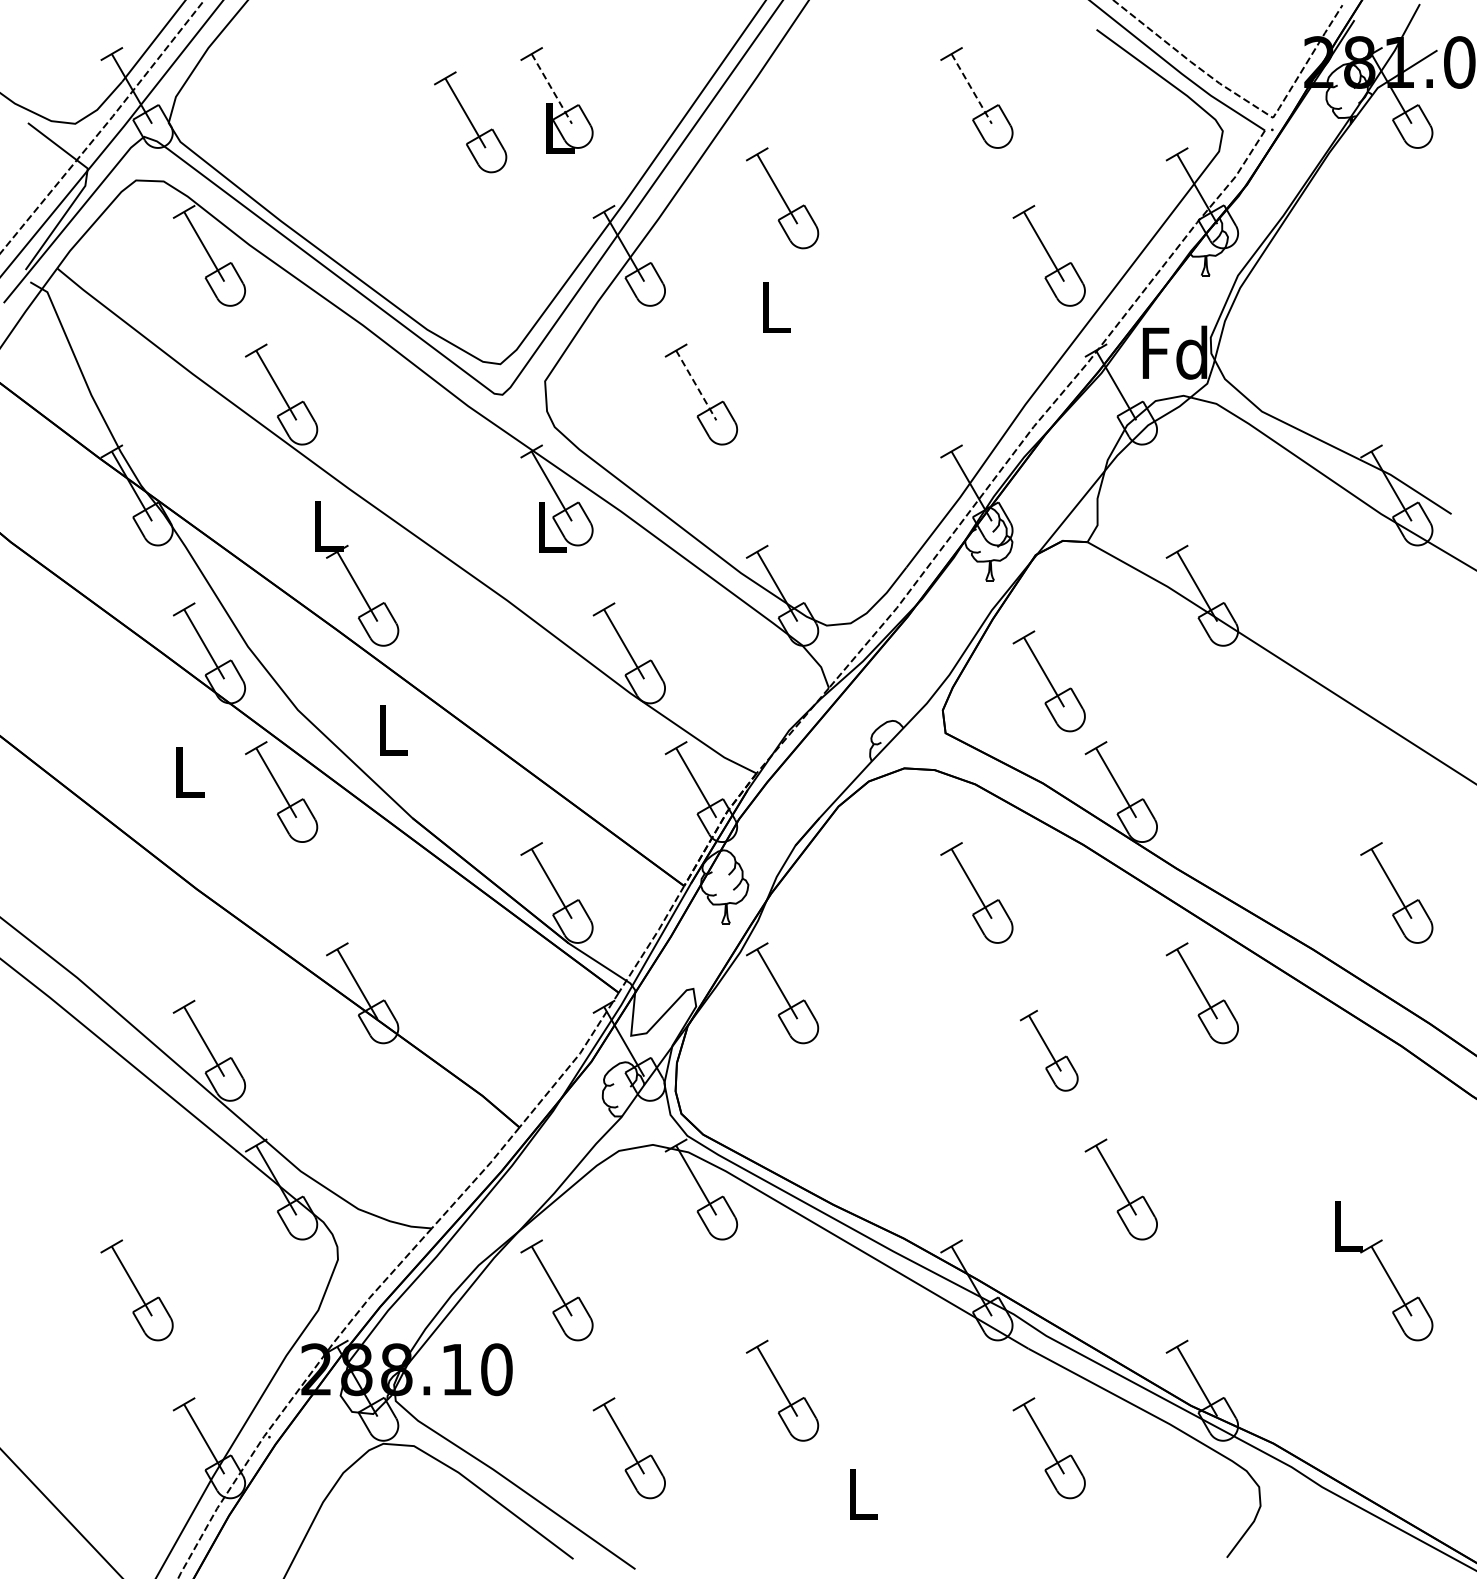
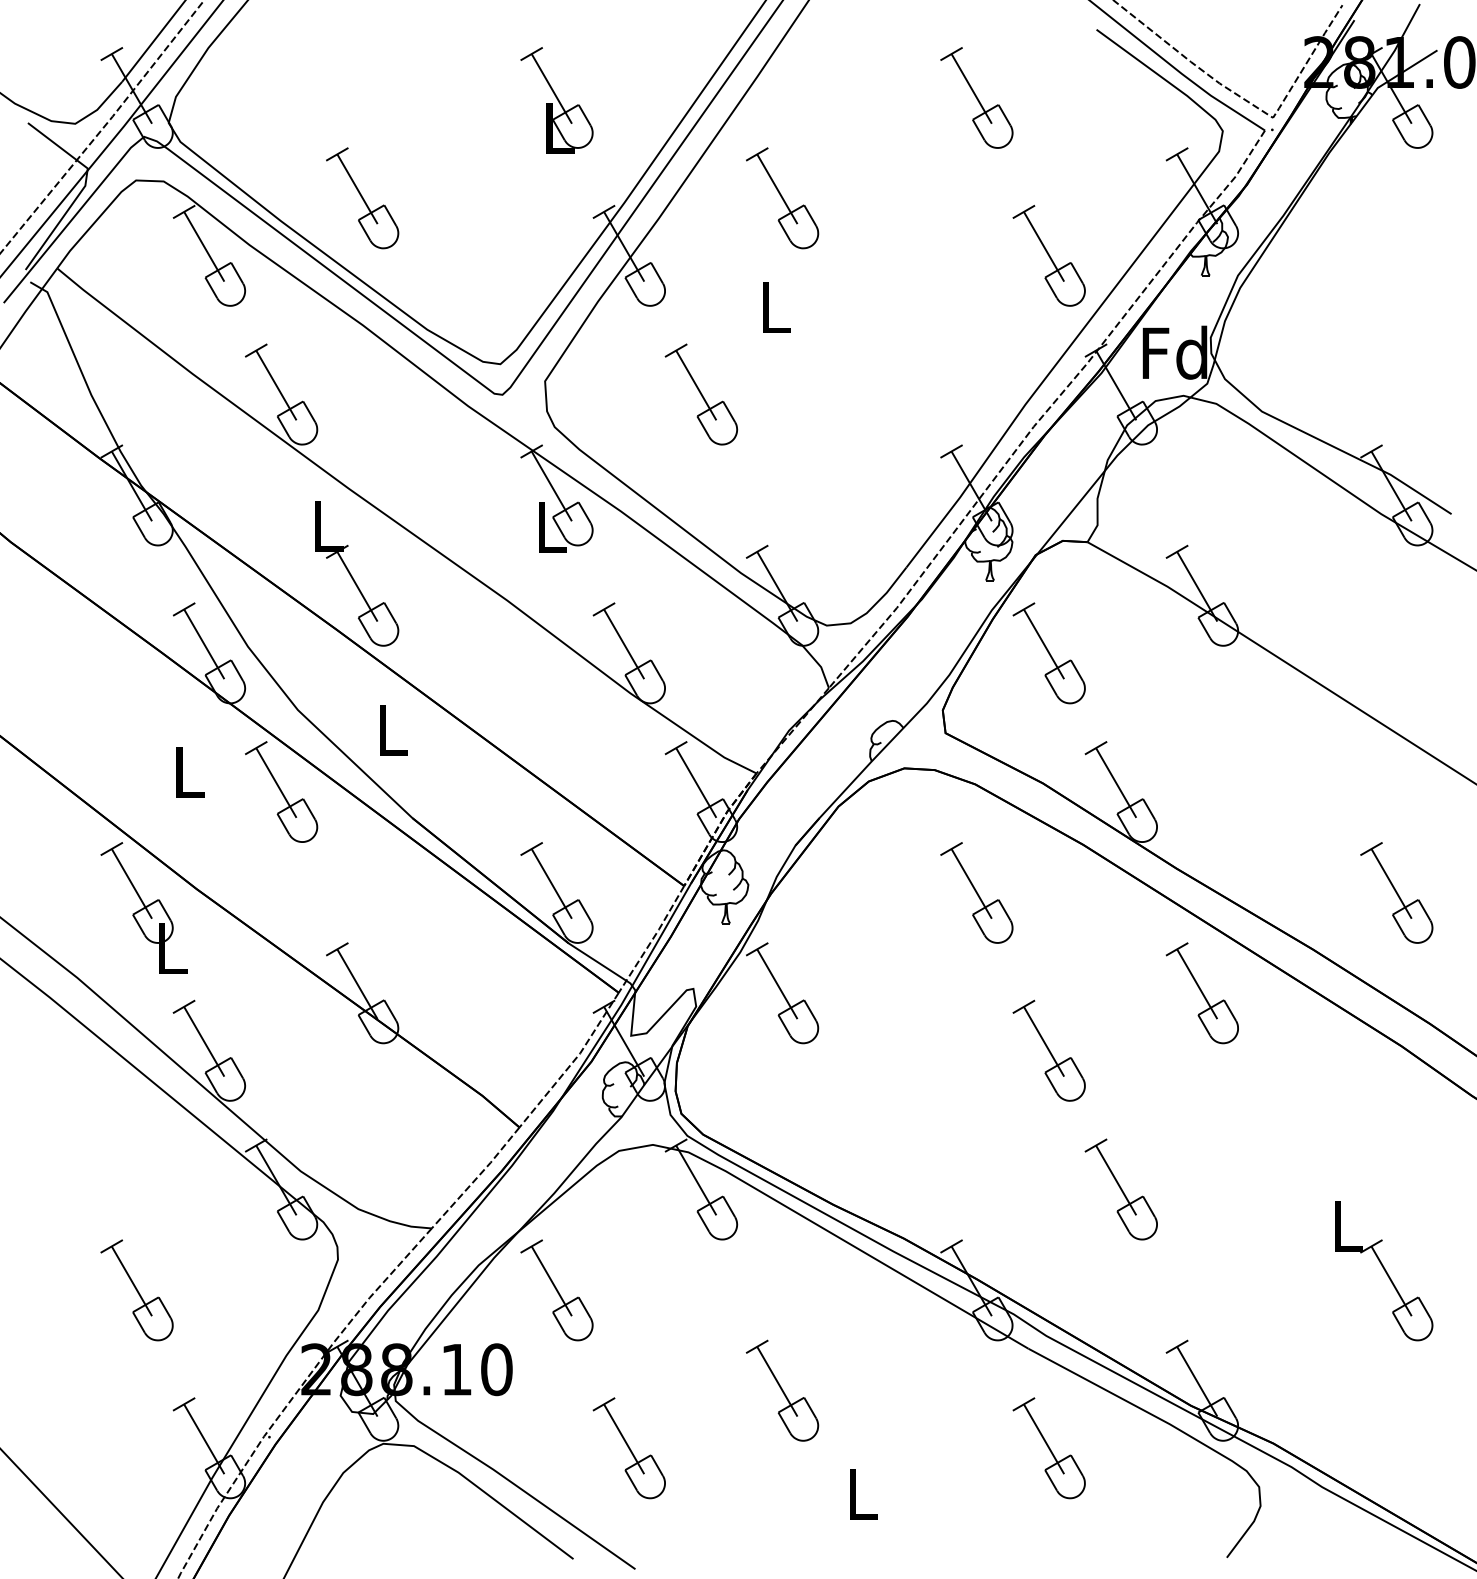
line at (552, 89): dashed -> solid
line at (971, 89): dashed -> solid
part at (470, 122) position: (470, 122) -> (362, 198)
line at (696, 385): dashed -> solid
part at (1048, 681) position: (1048, 681) -> (1048, 653)
part at (143, 907): none -> present
part at (1049, 1050) size: 59x83 px -> 74x103 px
